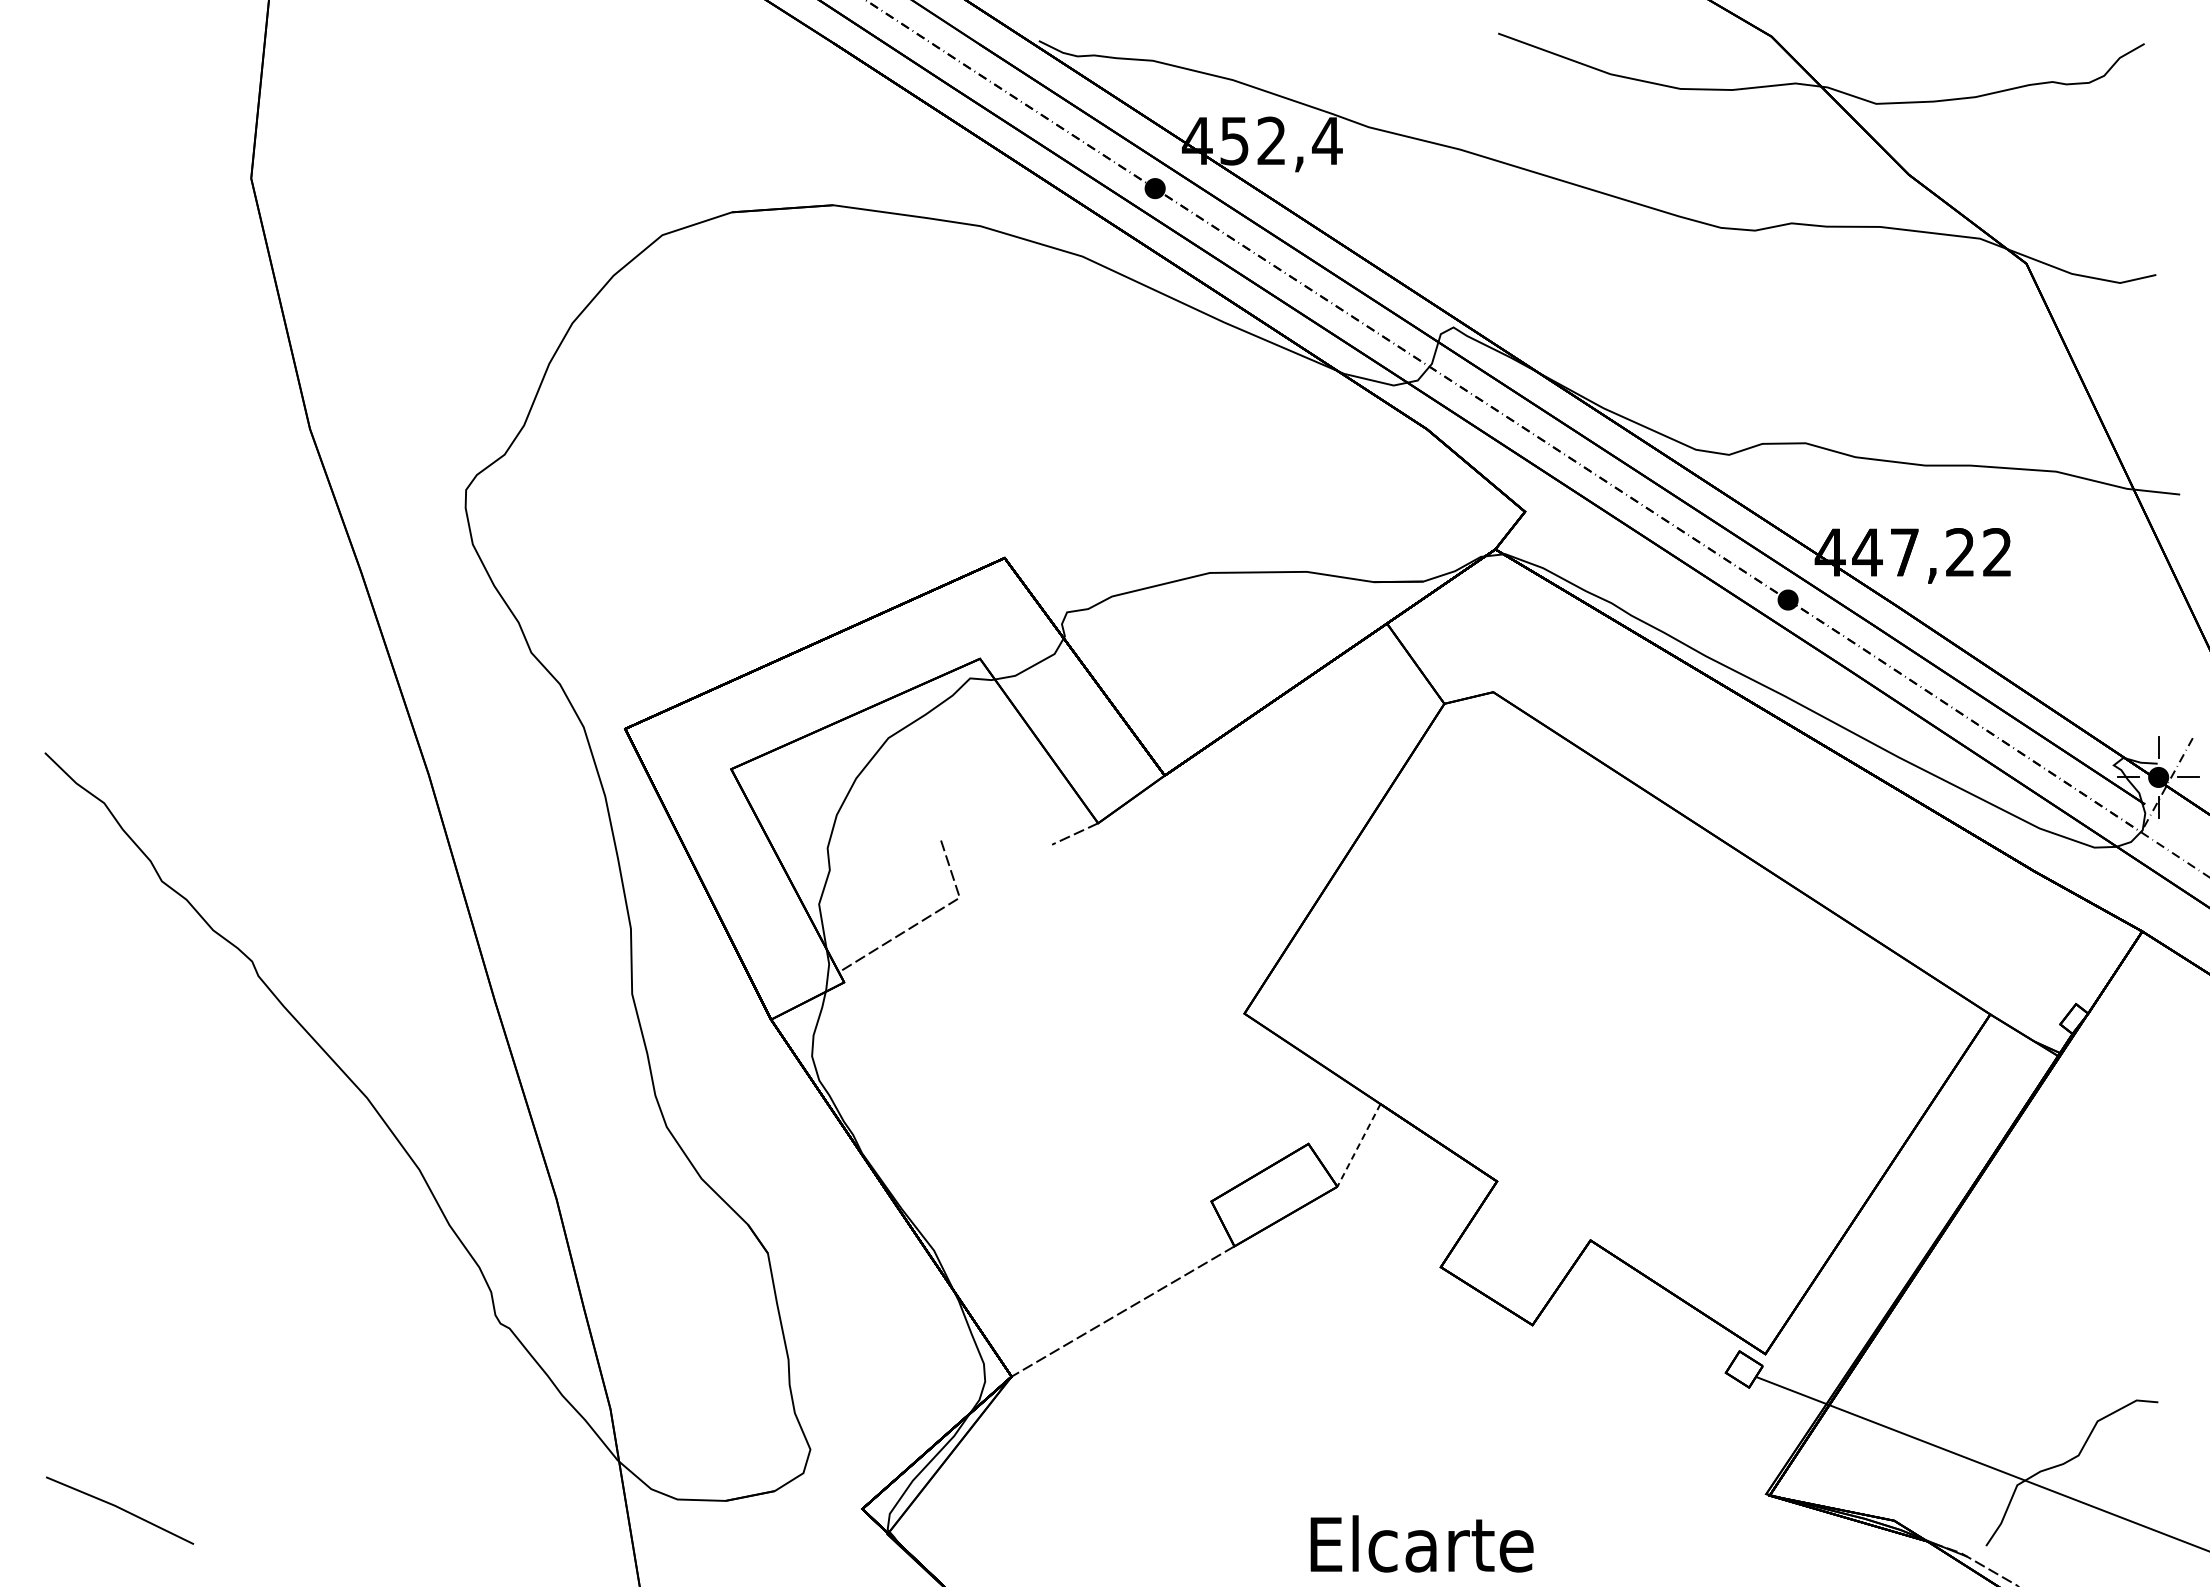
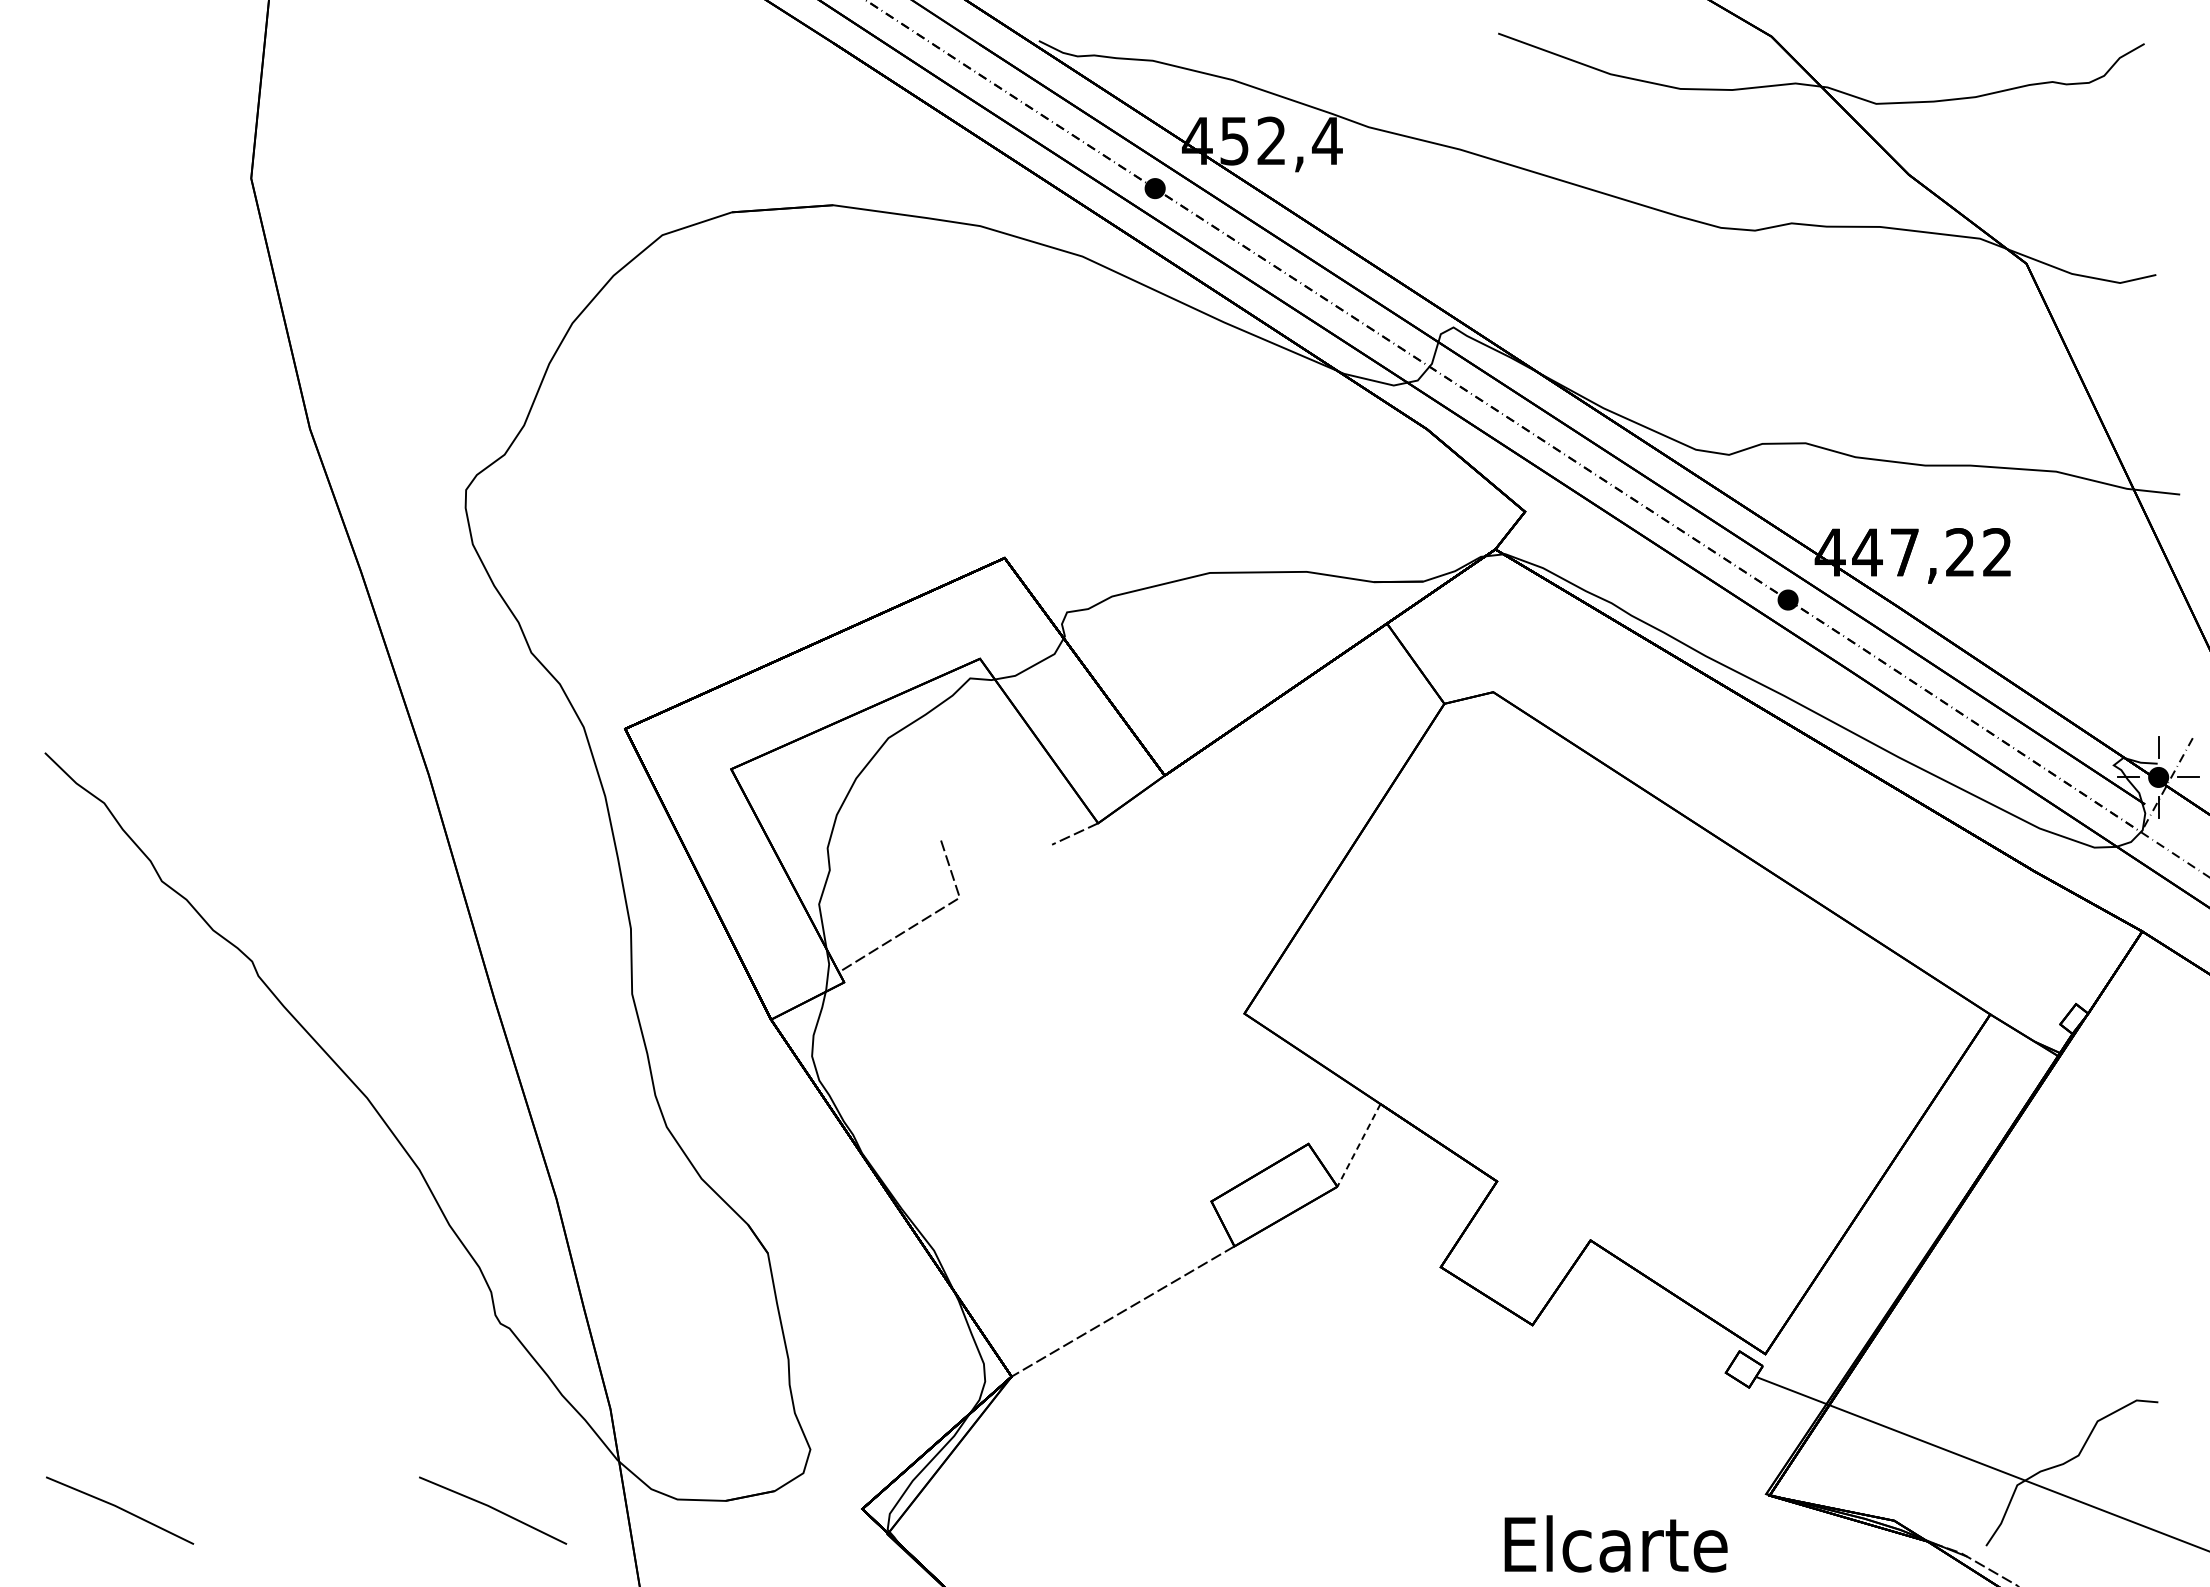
line at (493, 1509): none -> present
text at (1421, 1543) position: (1421, 1543) -> (1615, 1543)
